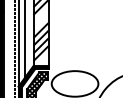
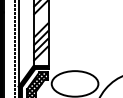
line at (24, 39): present -> none
